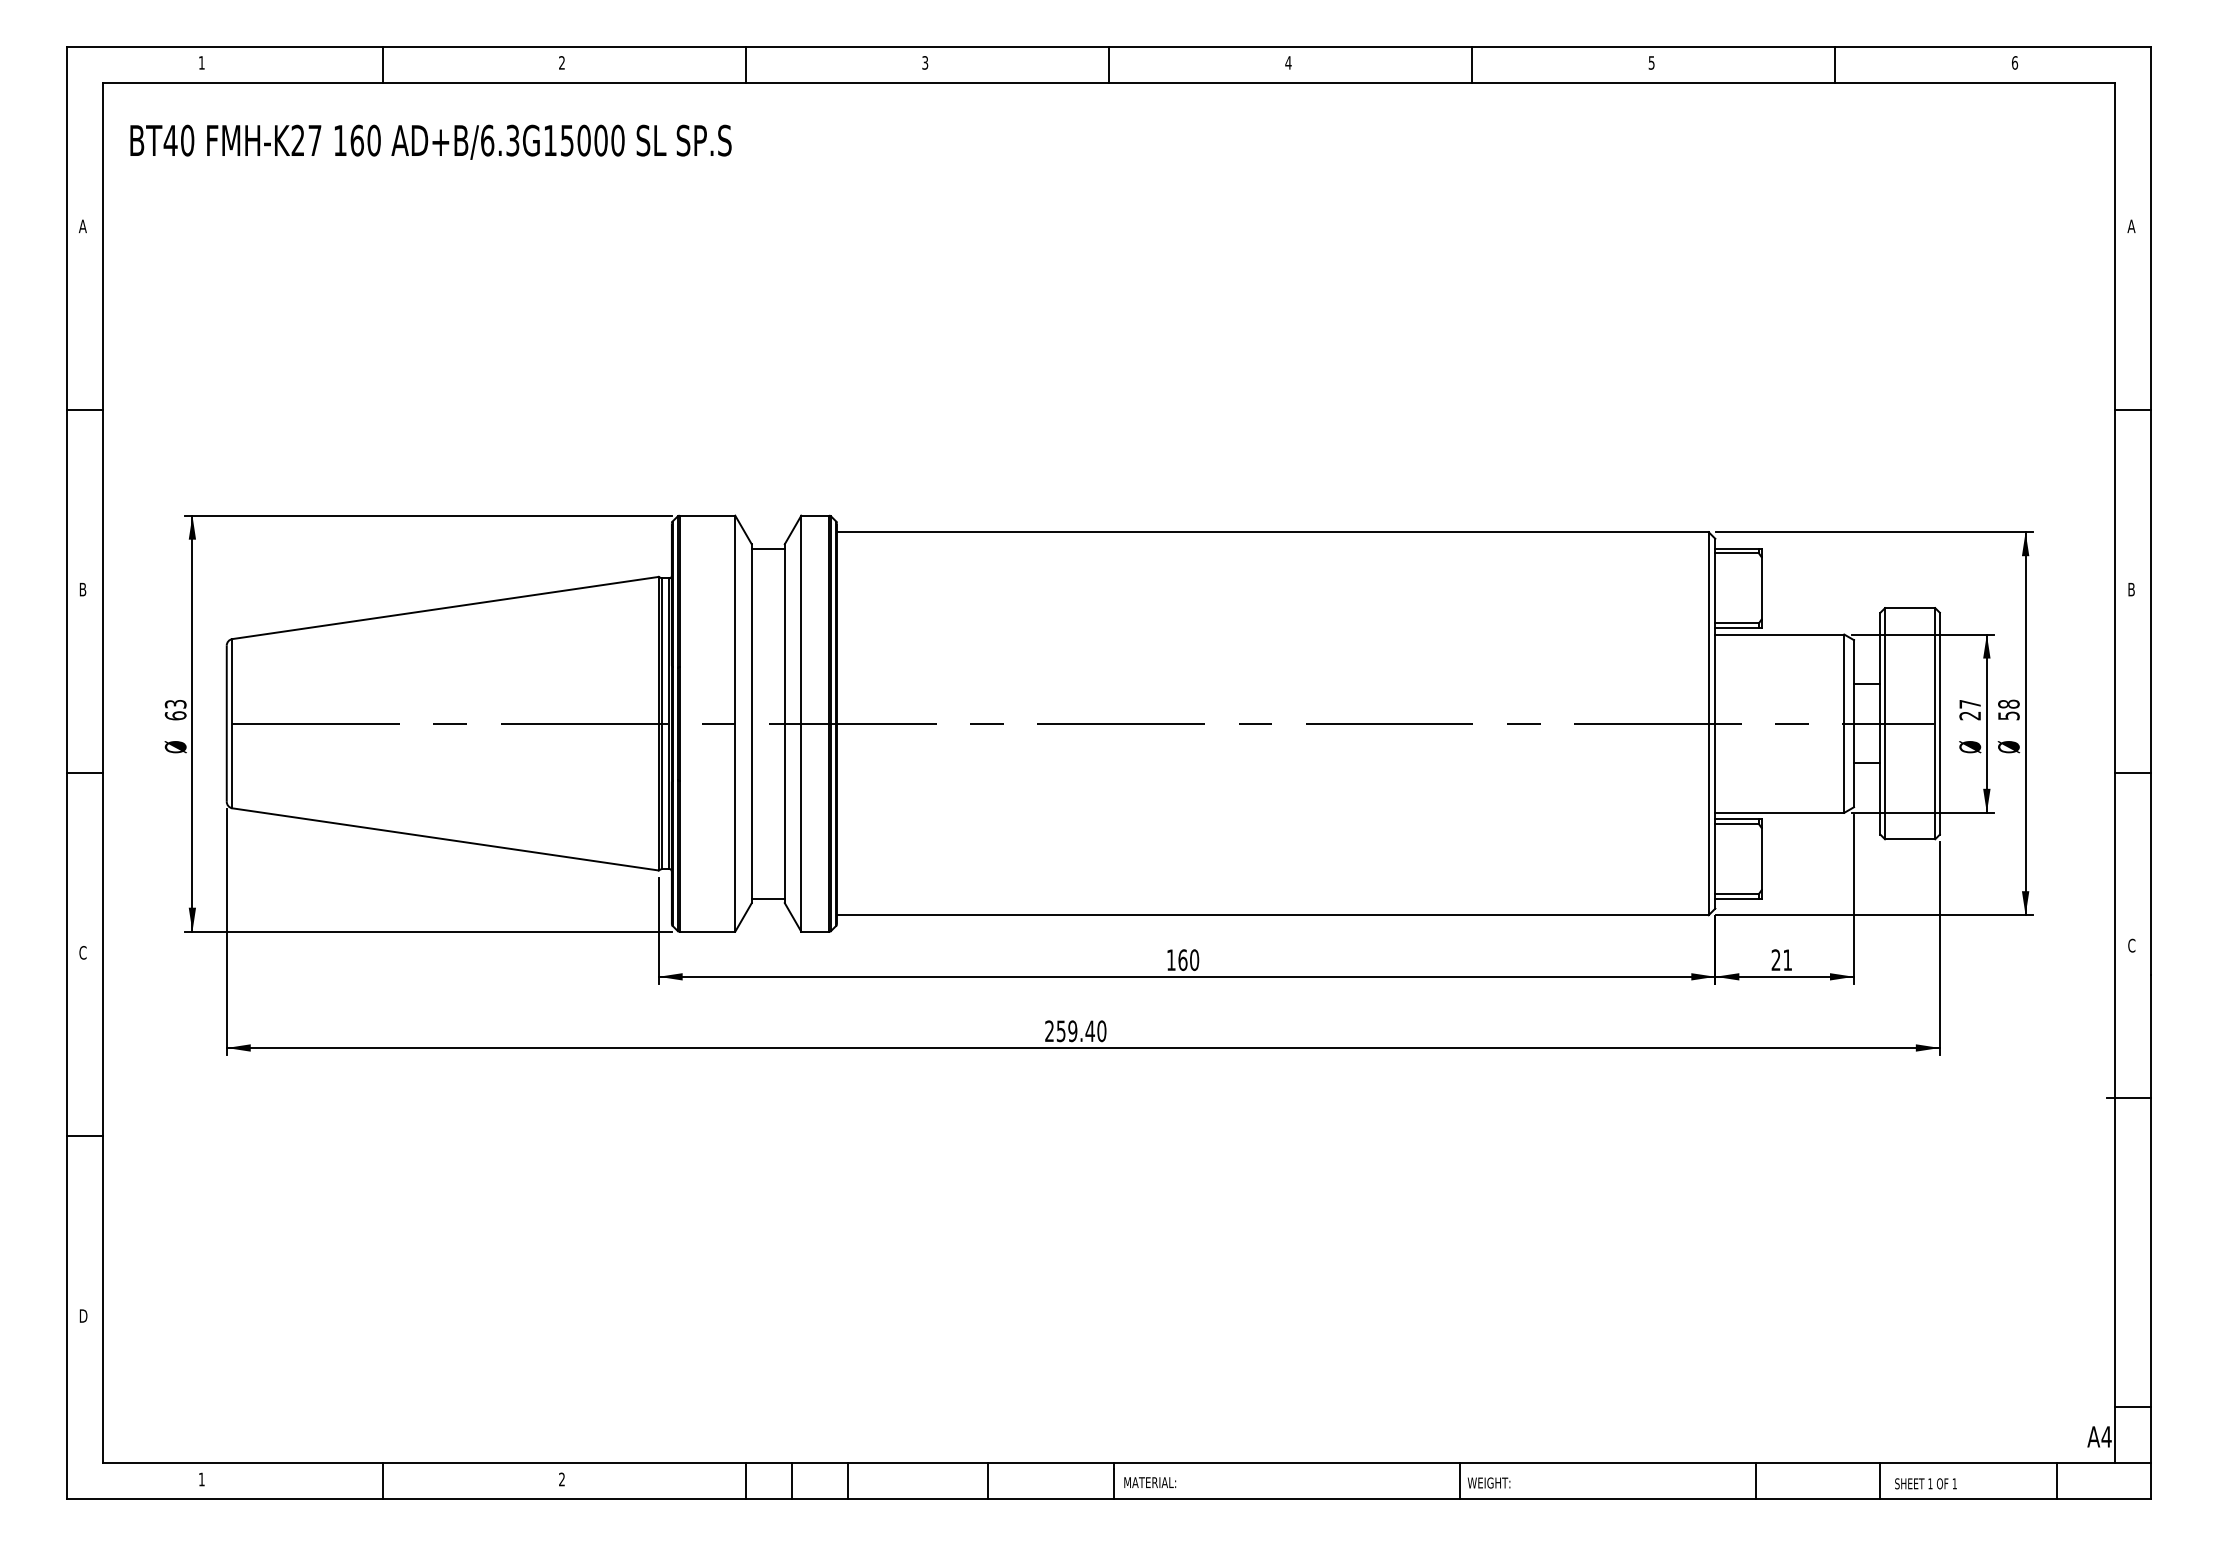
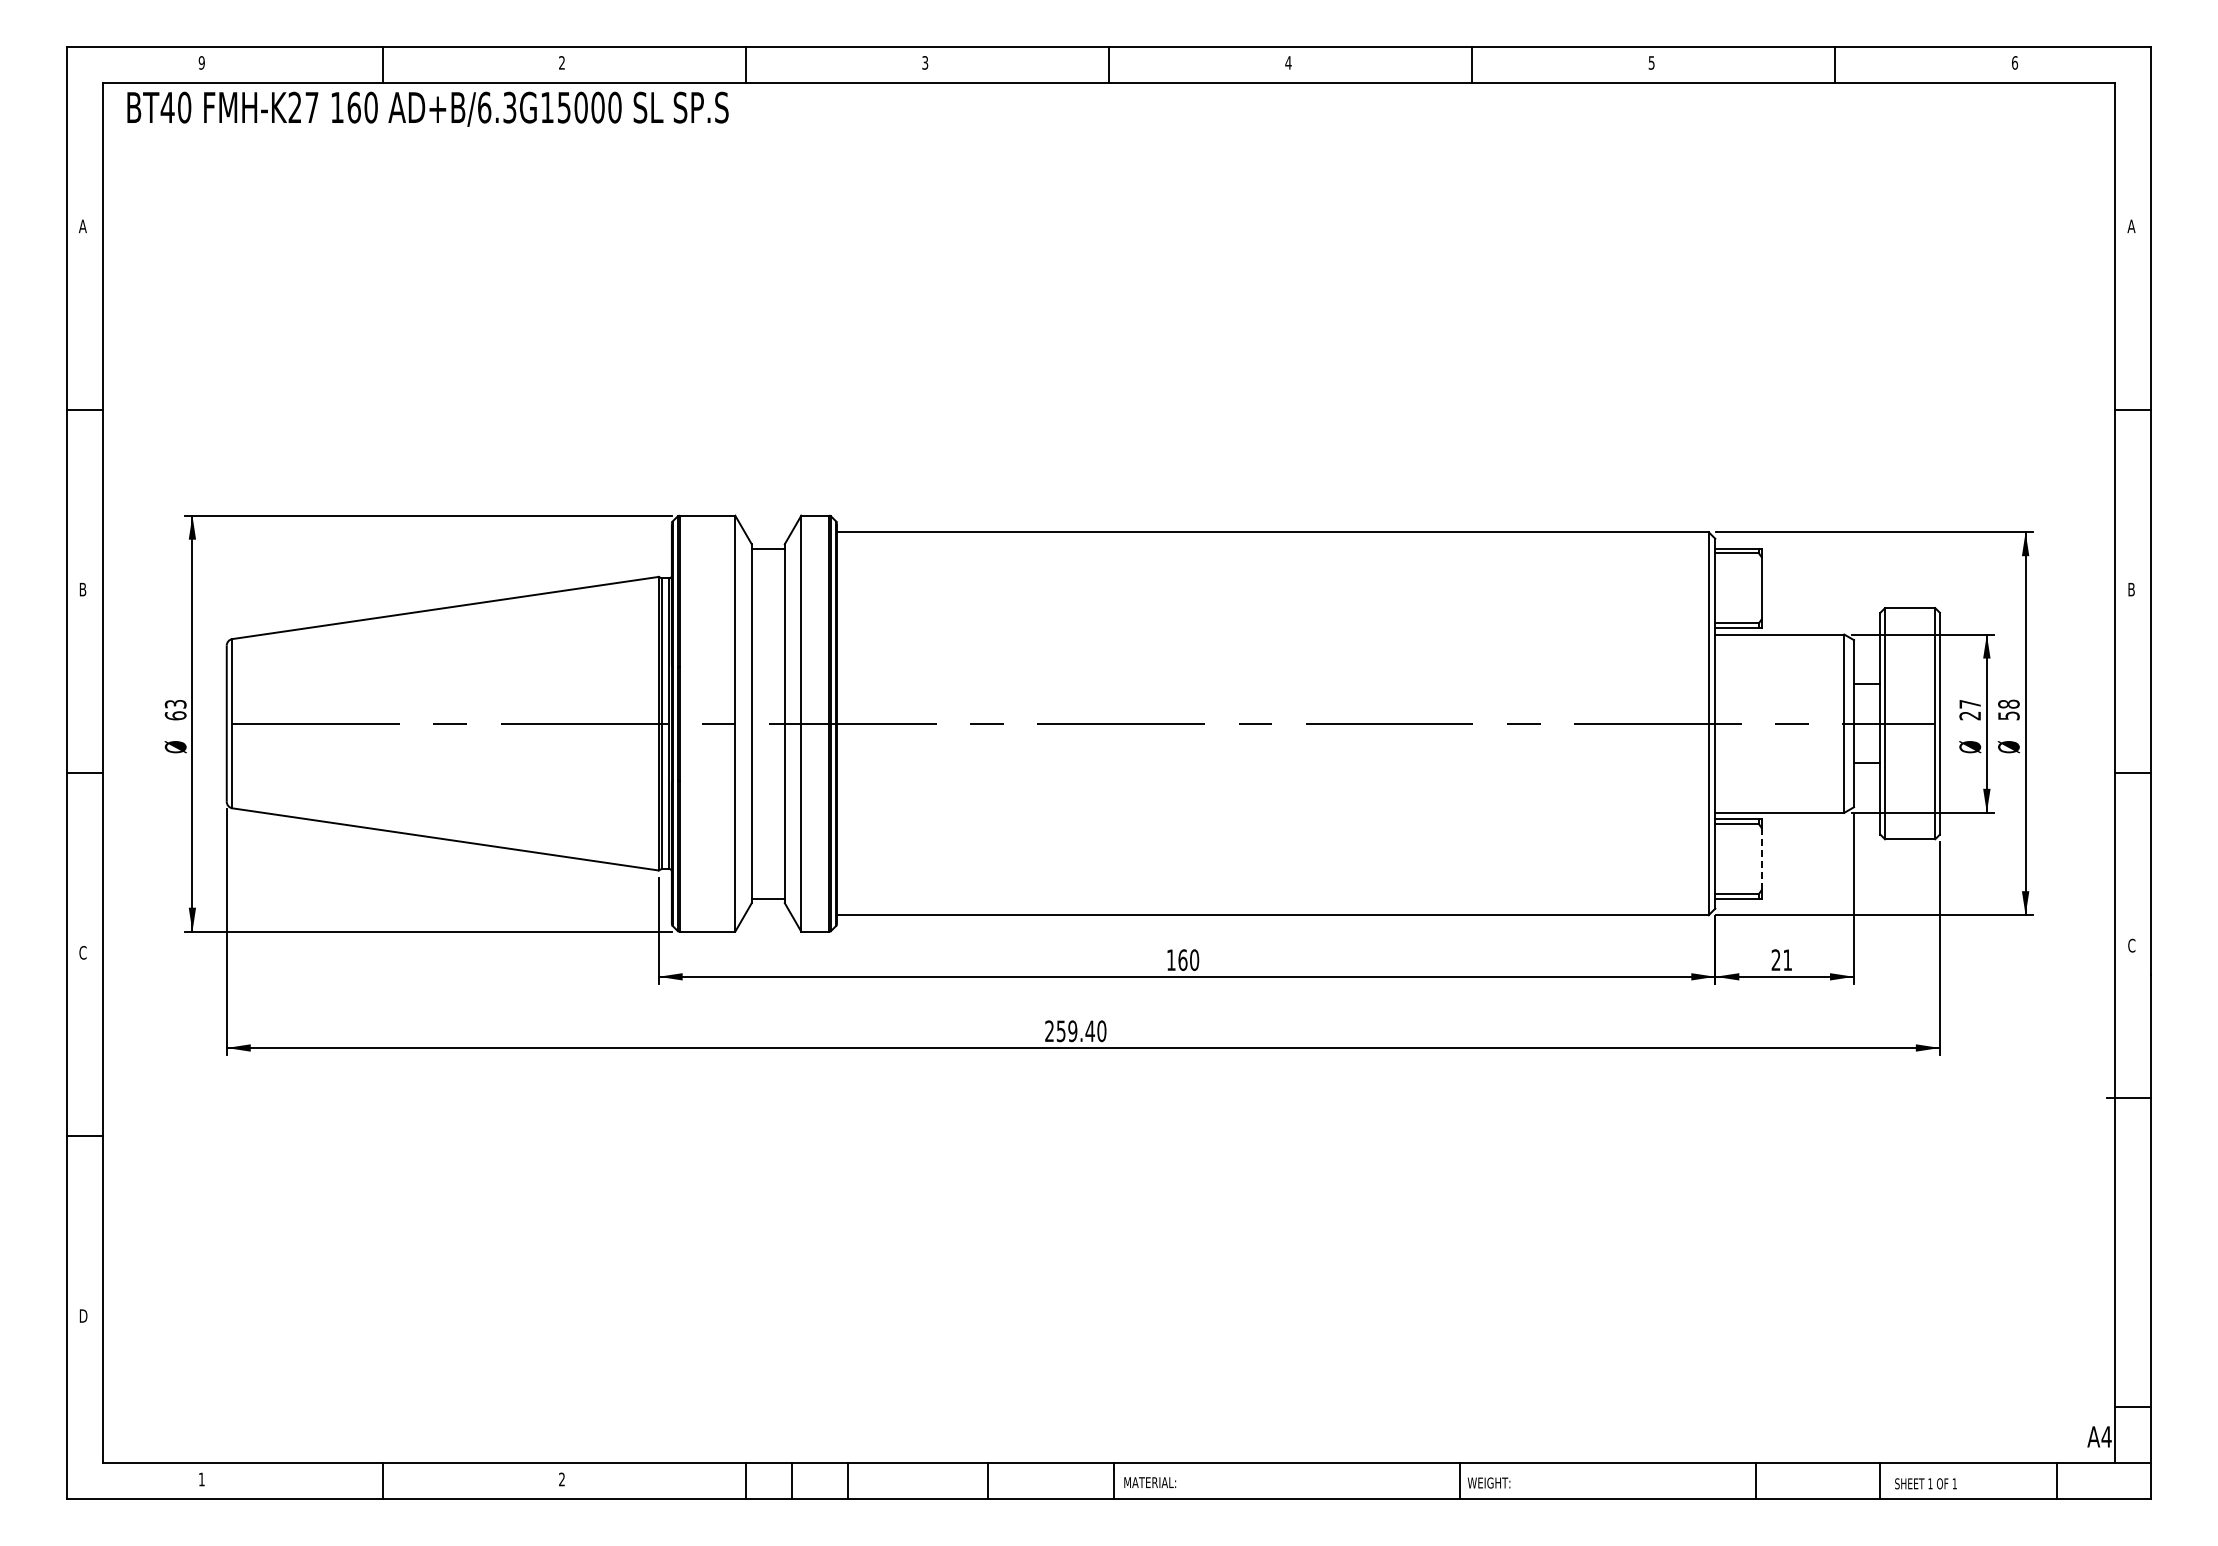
text at (201, 62): 1 -> 9
text at (430, 141) position: (430, 141) -> (427, 108)
line at (1761, 859): solid -> dashed
